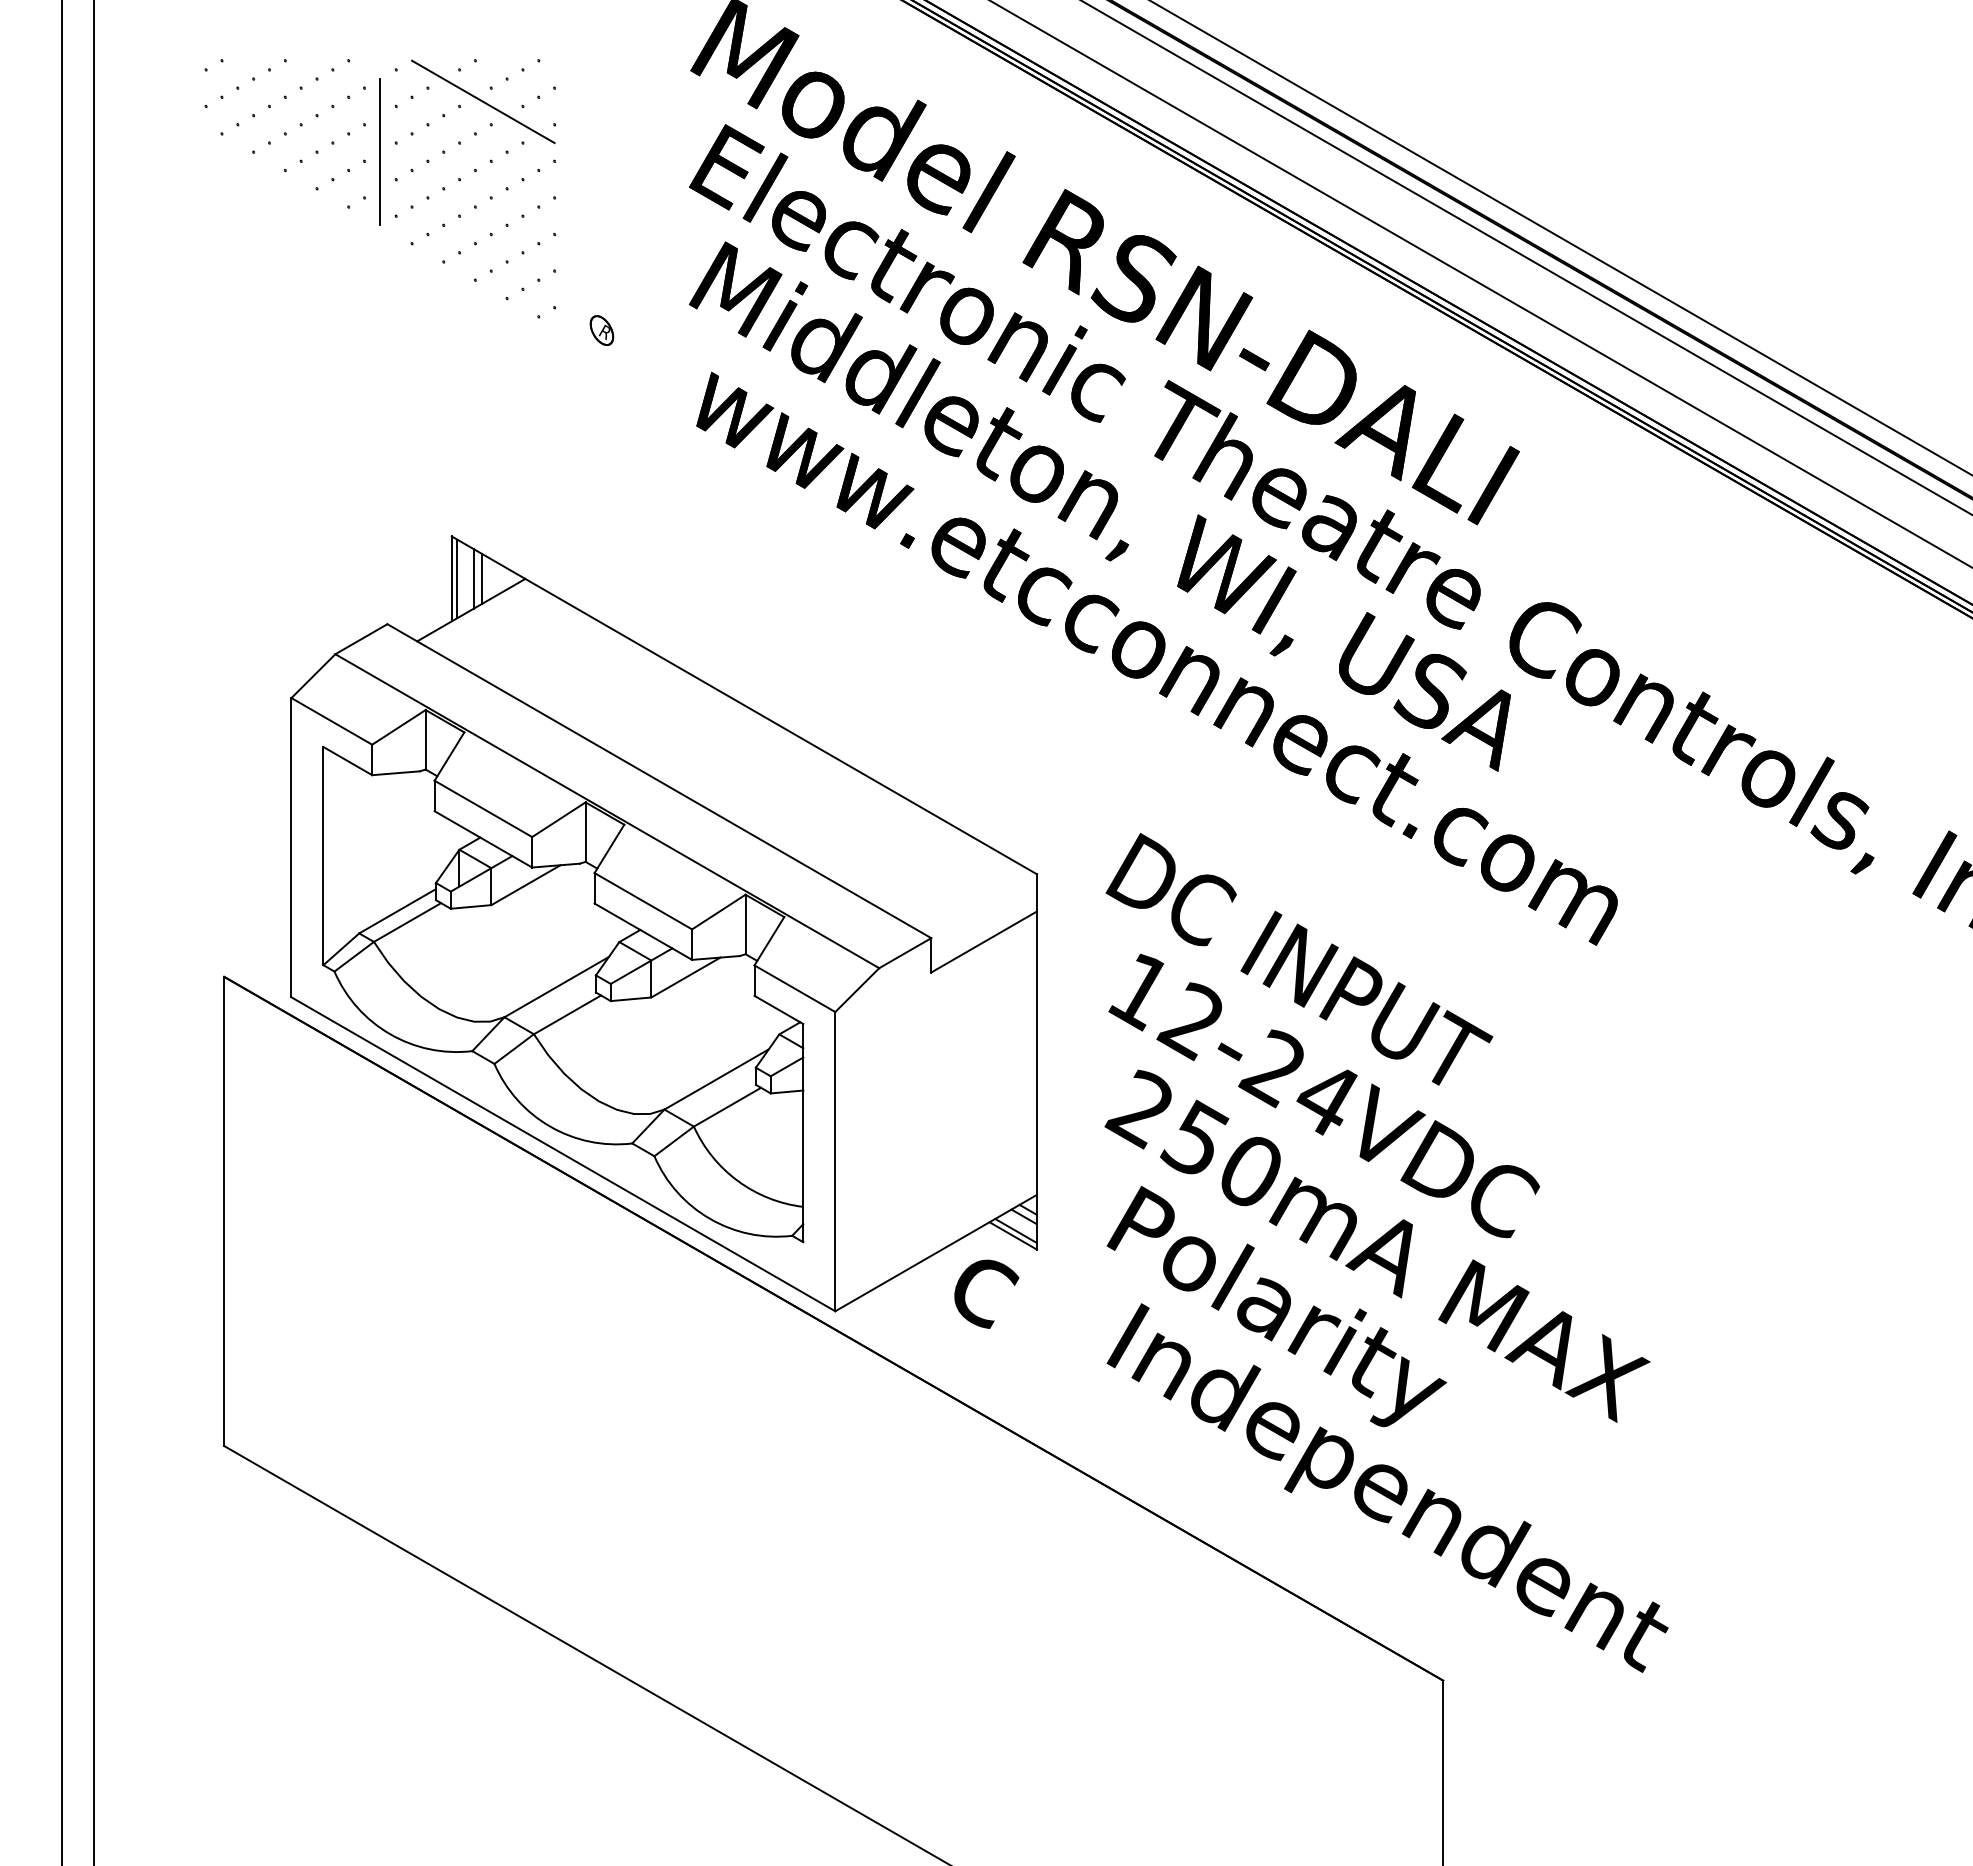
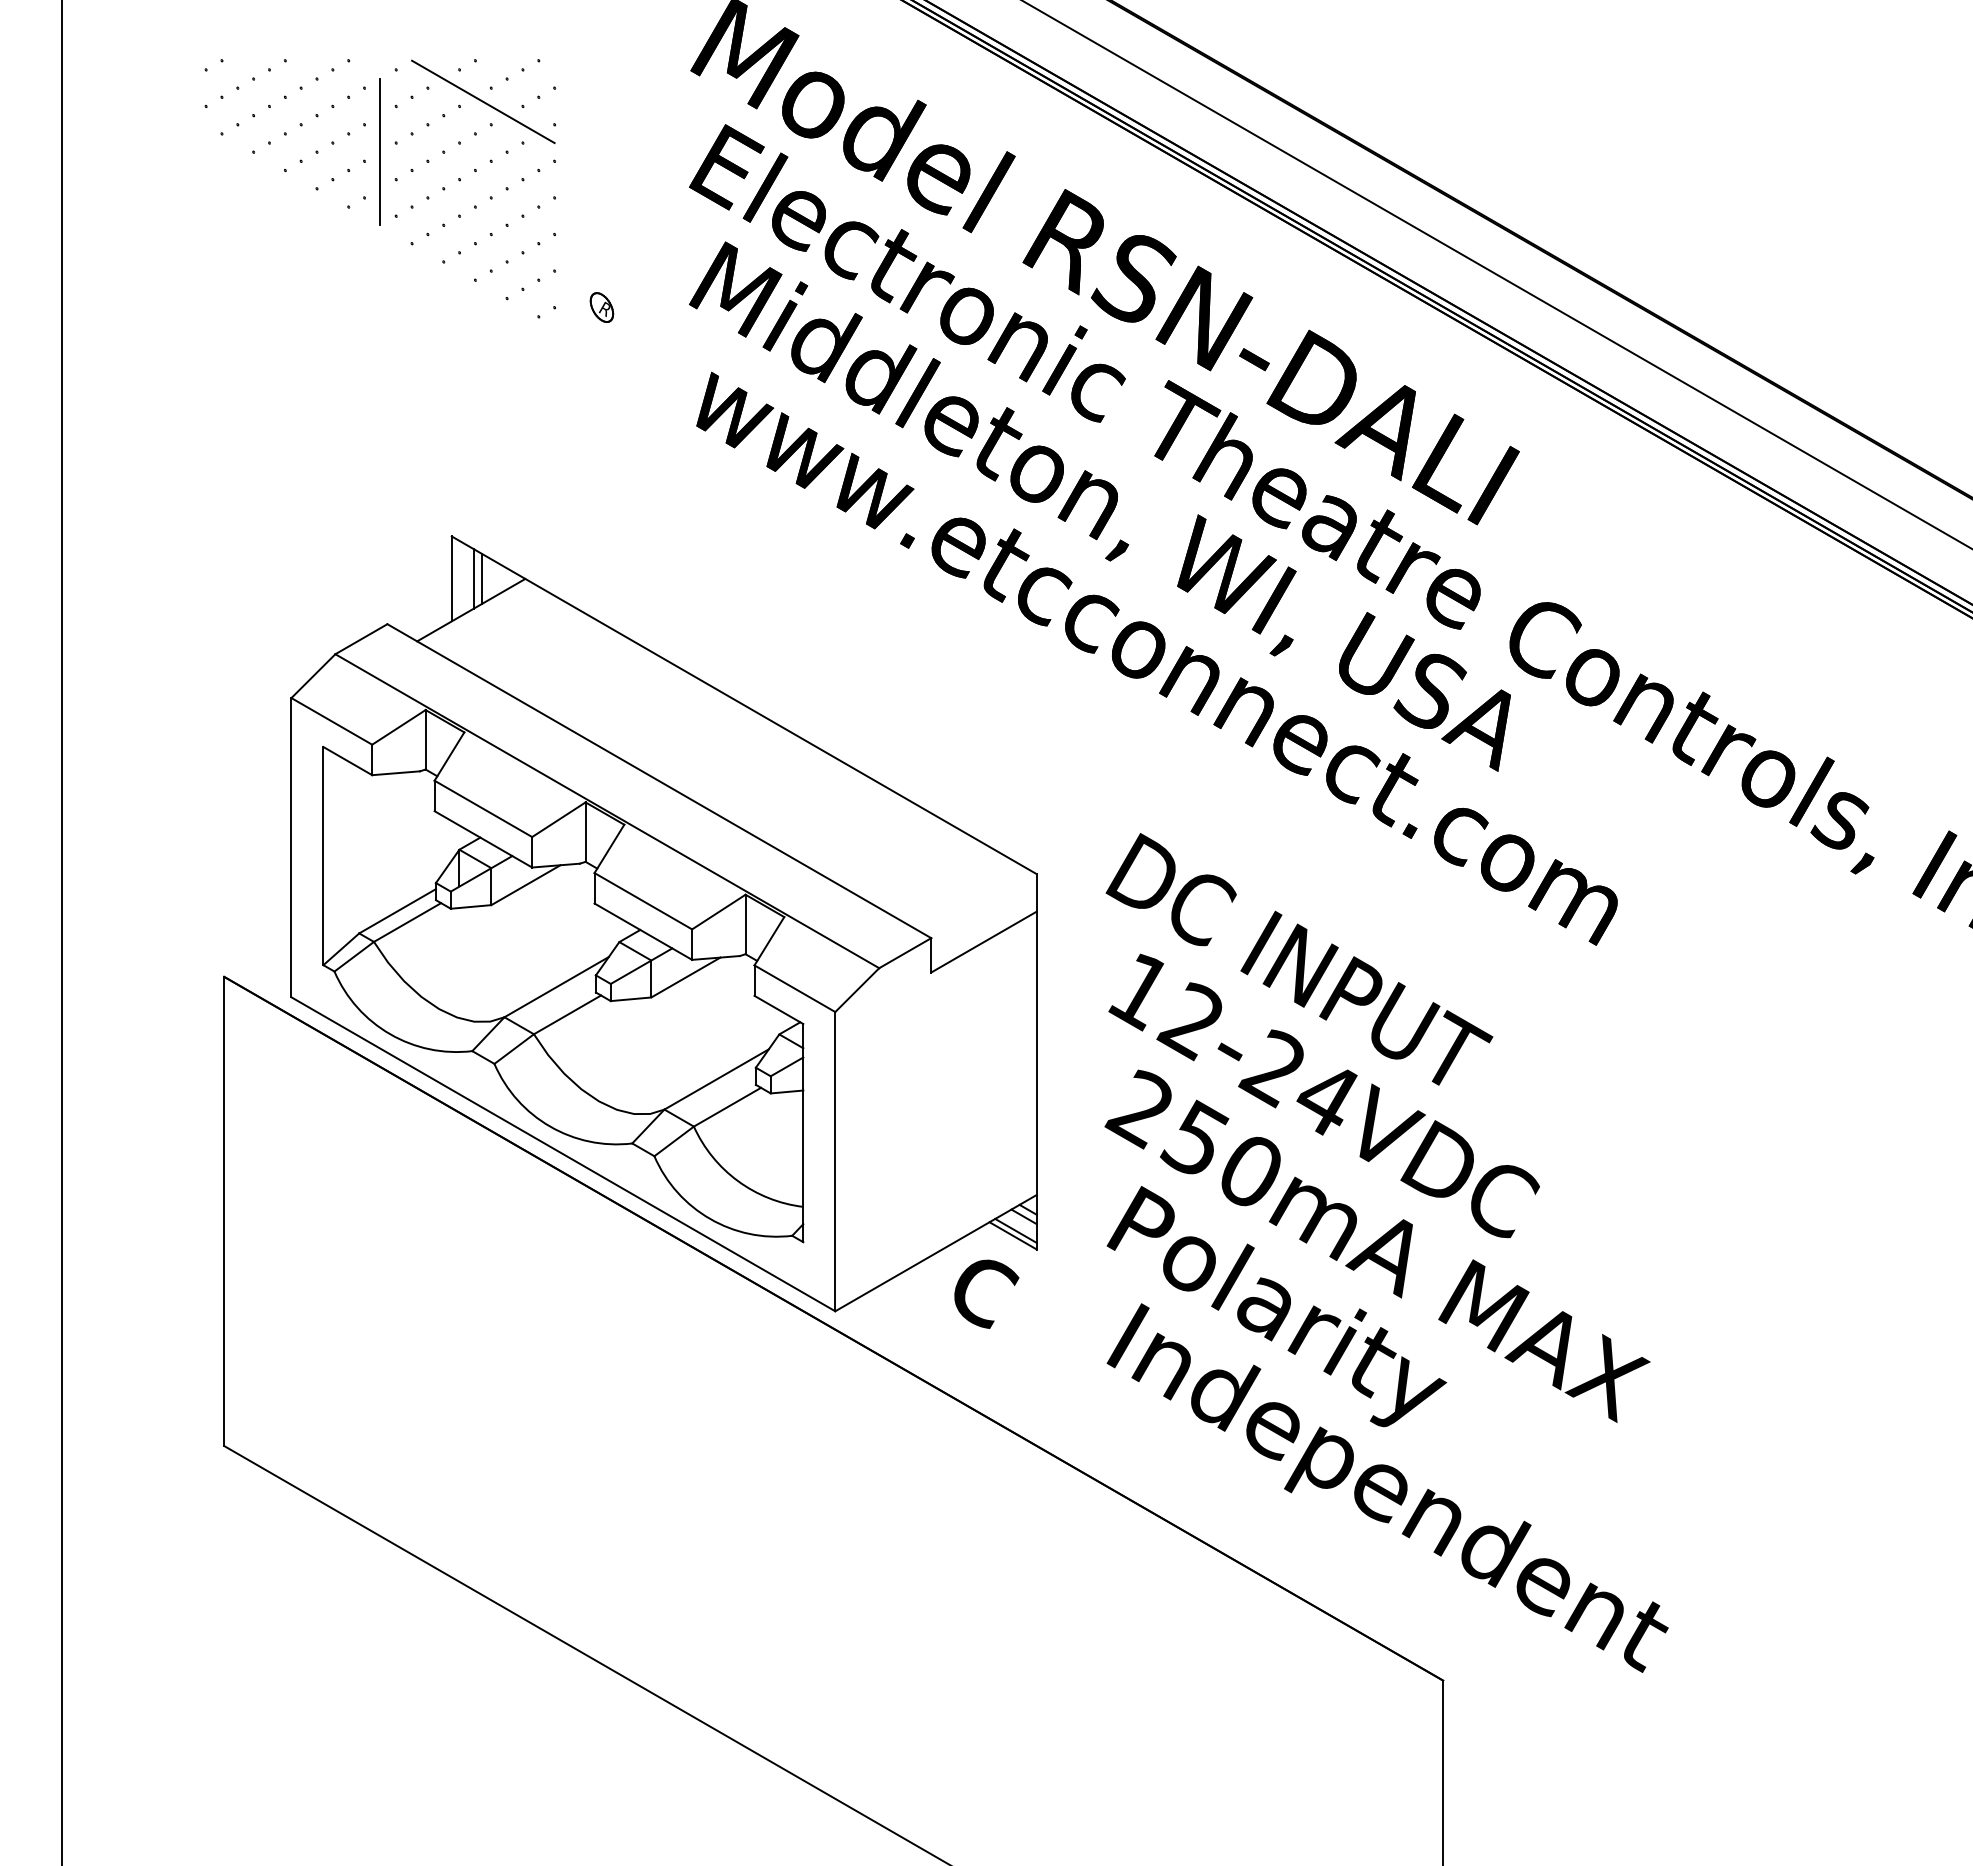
line at (1561, 237): present -> none
line at (1526, 257): present -> none
line at (1480, 284) position: (1480, 284) -> (1497, 274)
part at (601, 330) position: (601, 330) -> (601, 307)
line at (457, 578): present -> none
line at (94, 932): present -> none
